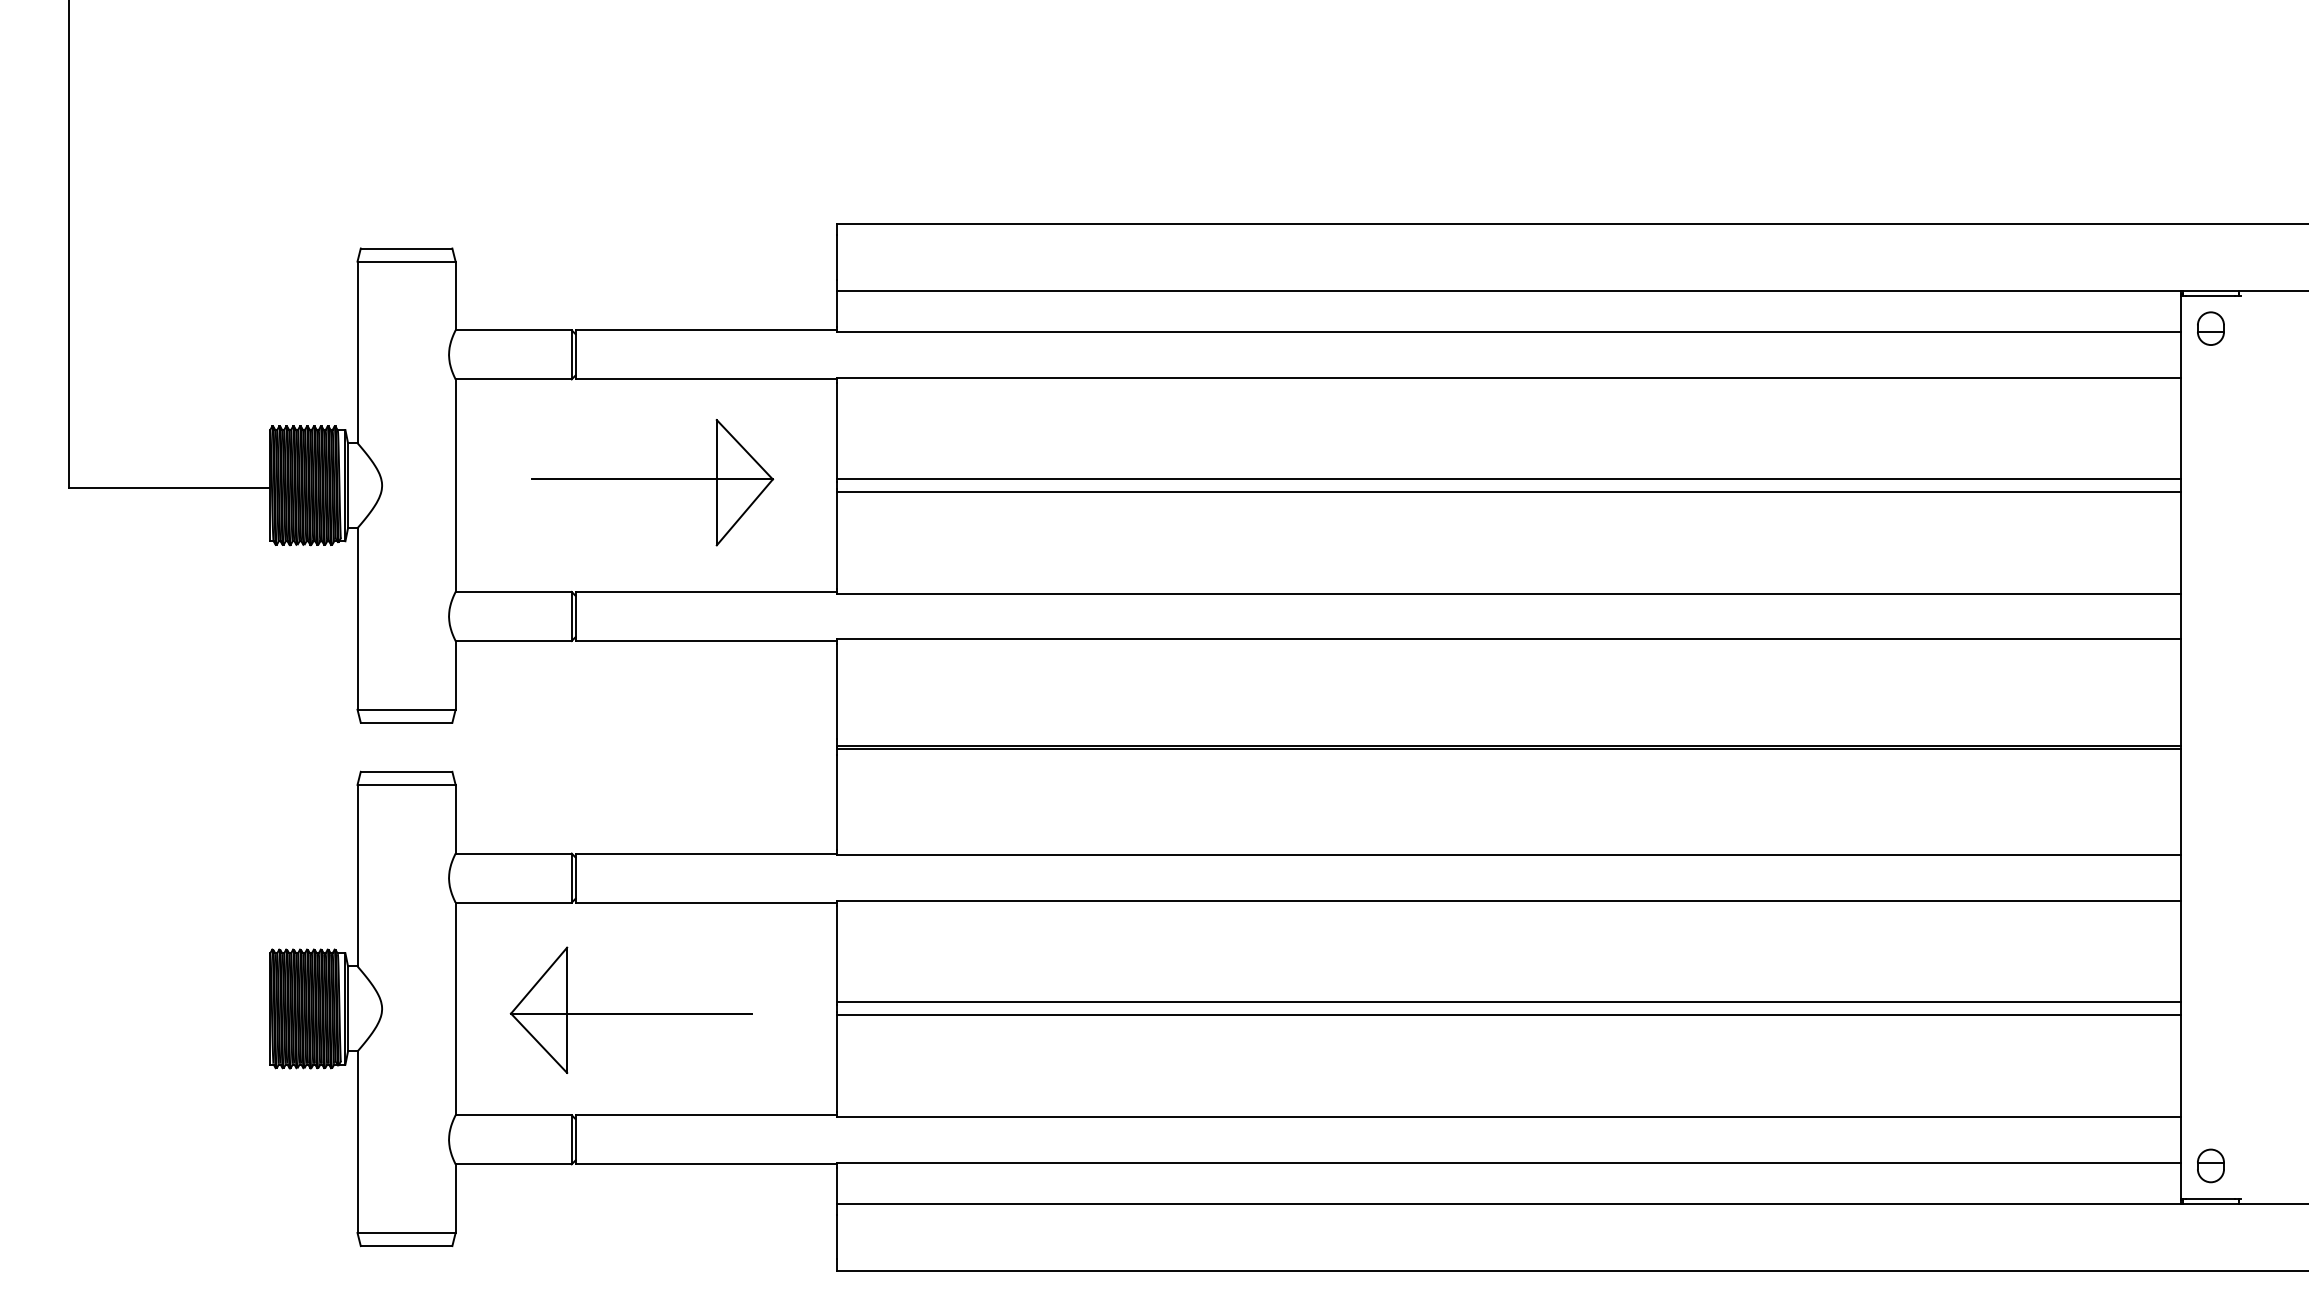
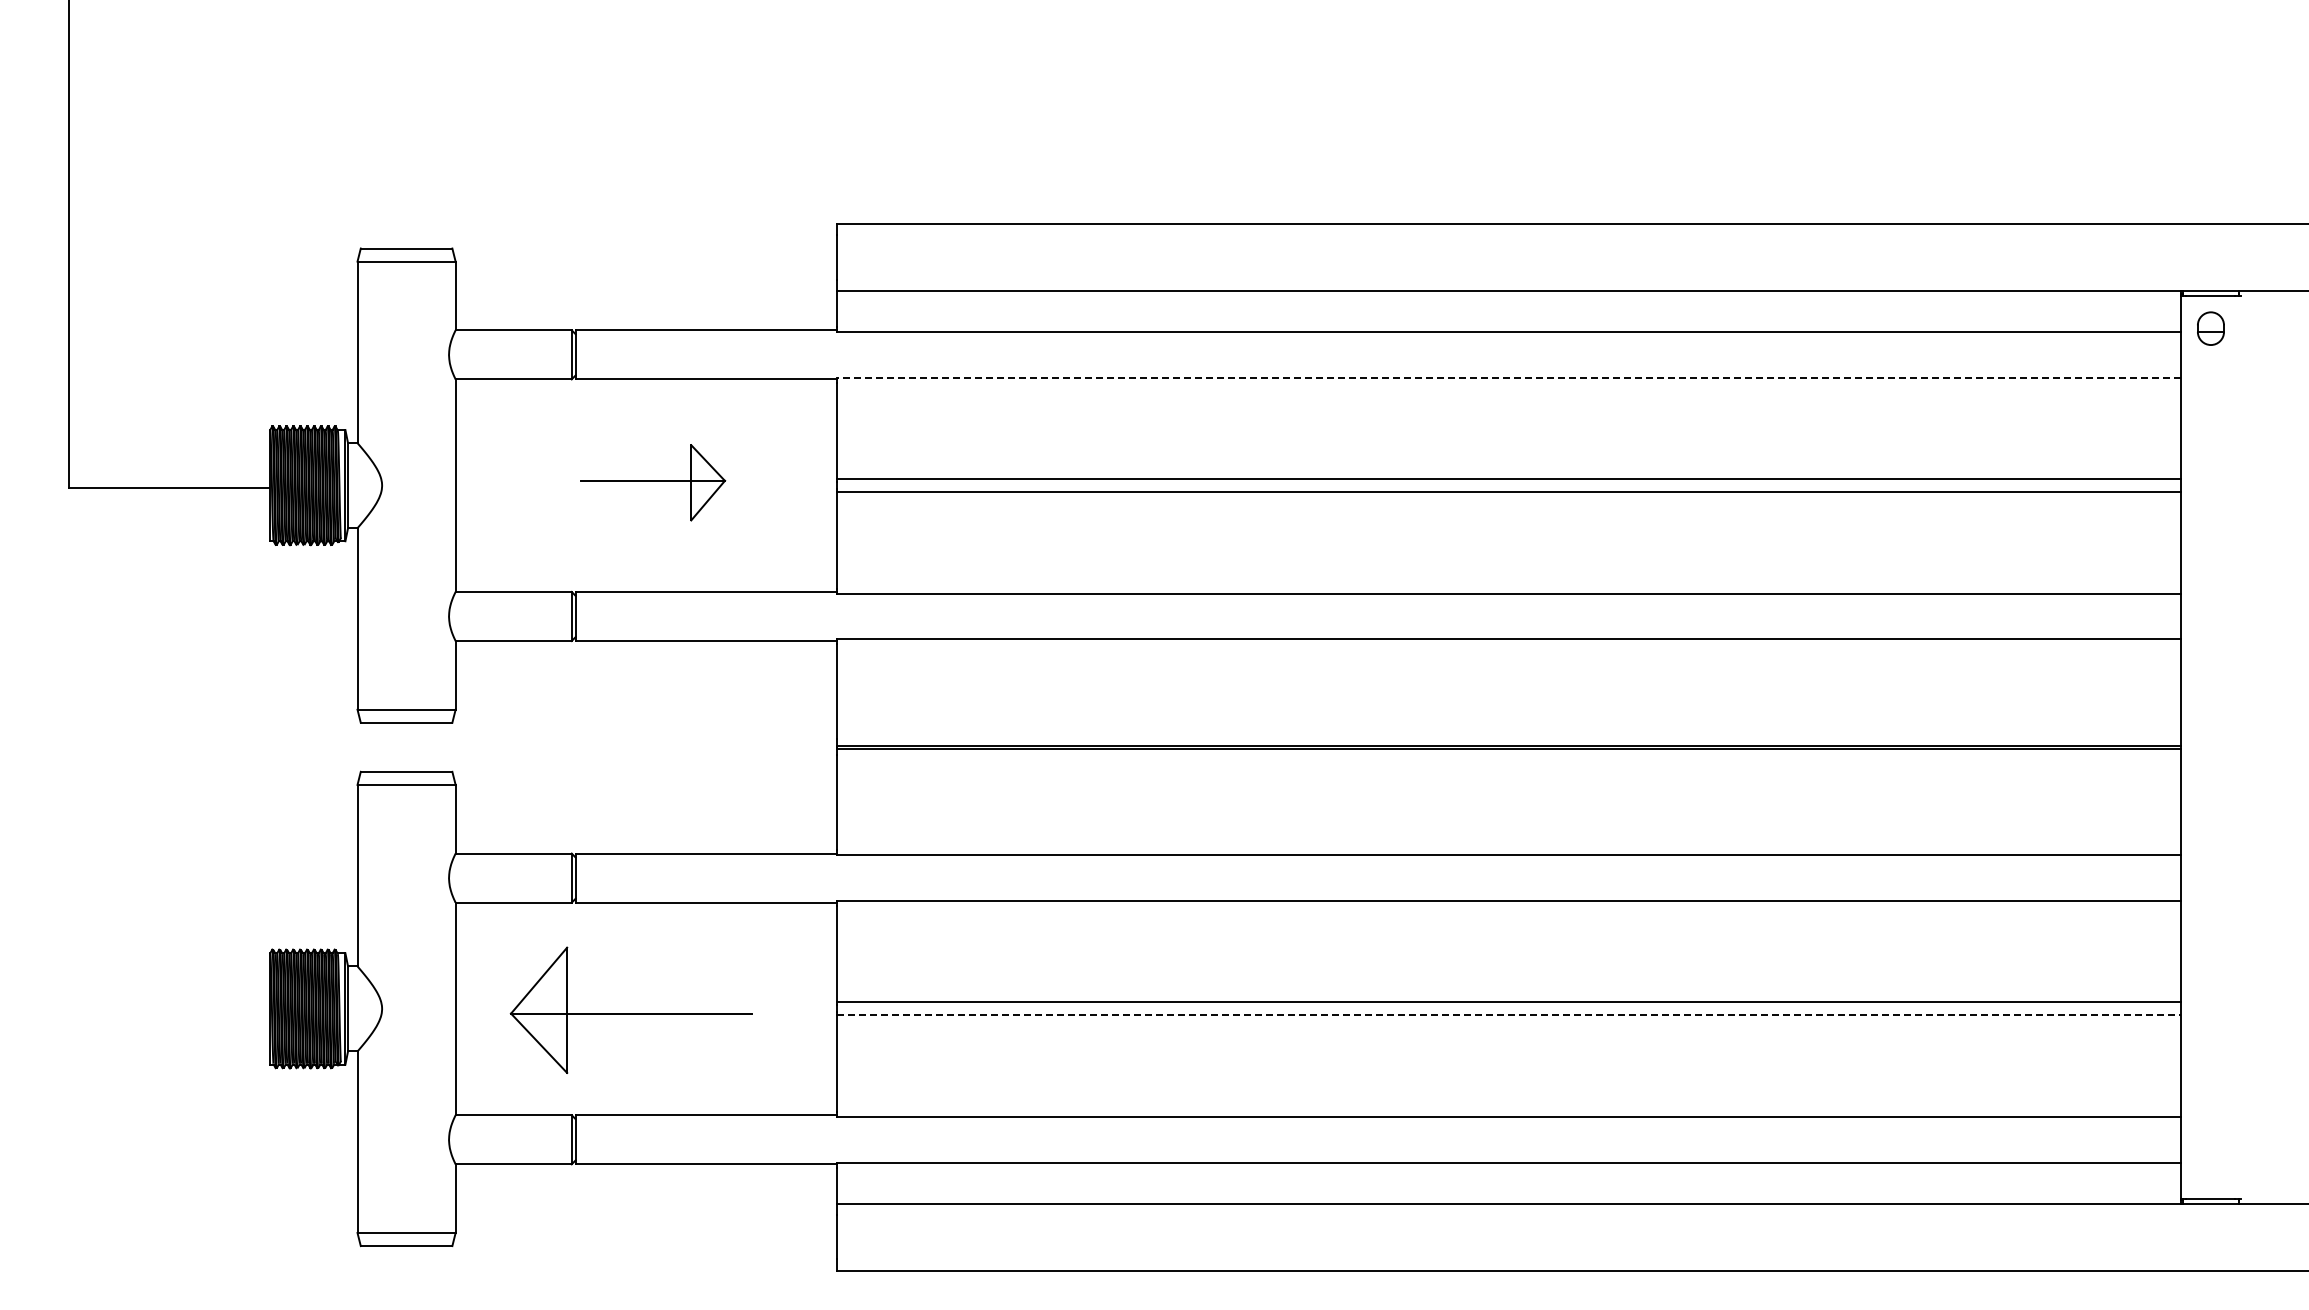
line at (1509, 377): solid -> dashed
part at (652, 482) size: 244x128 px -> 147x78 px
line at (1509, 1015): solid -> dashed
part at (2210, 1165): present -> none
